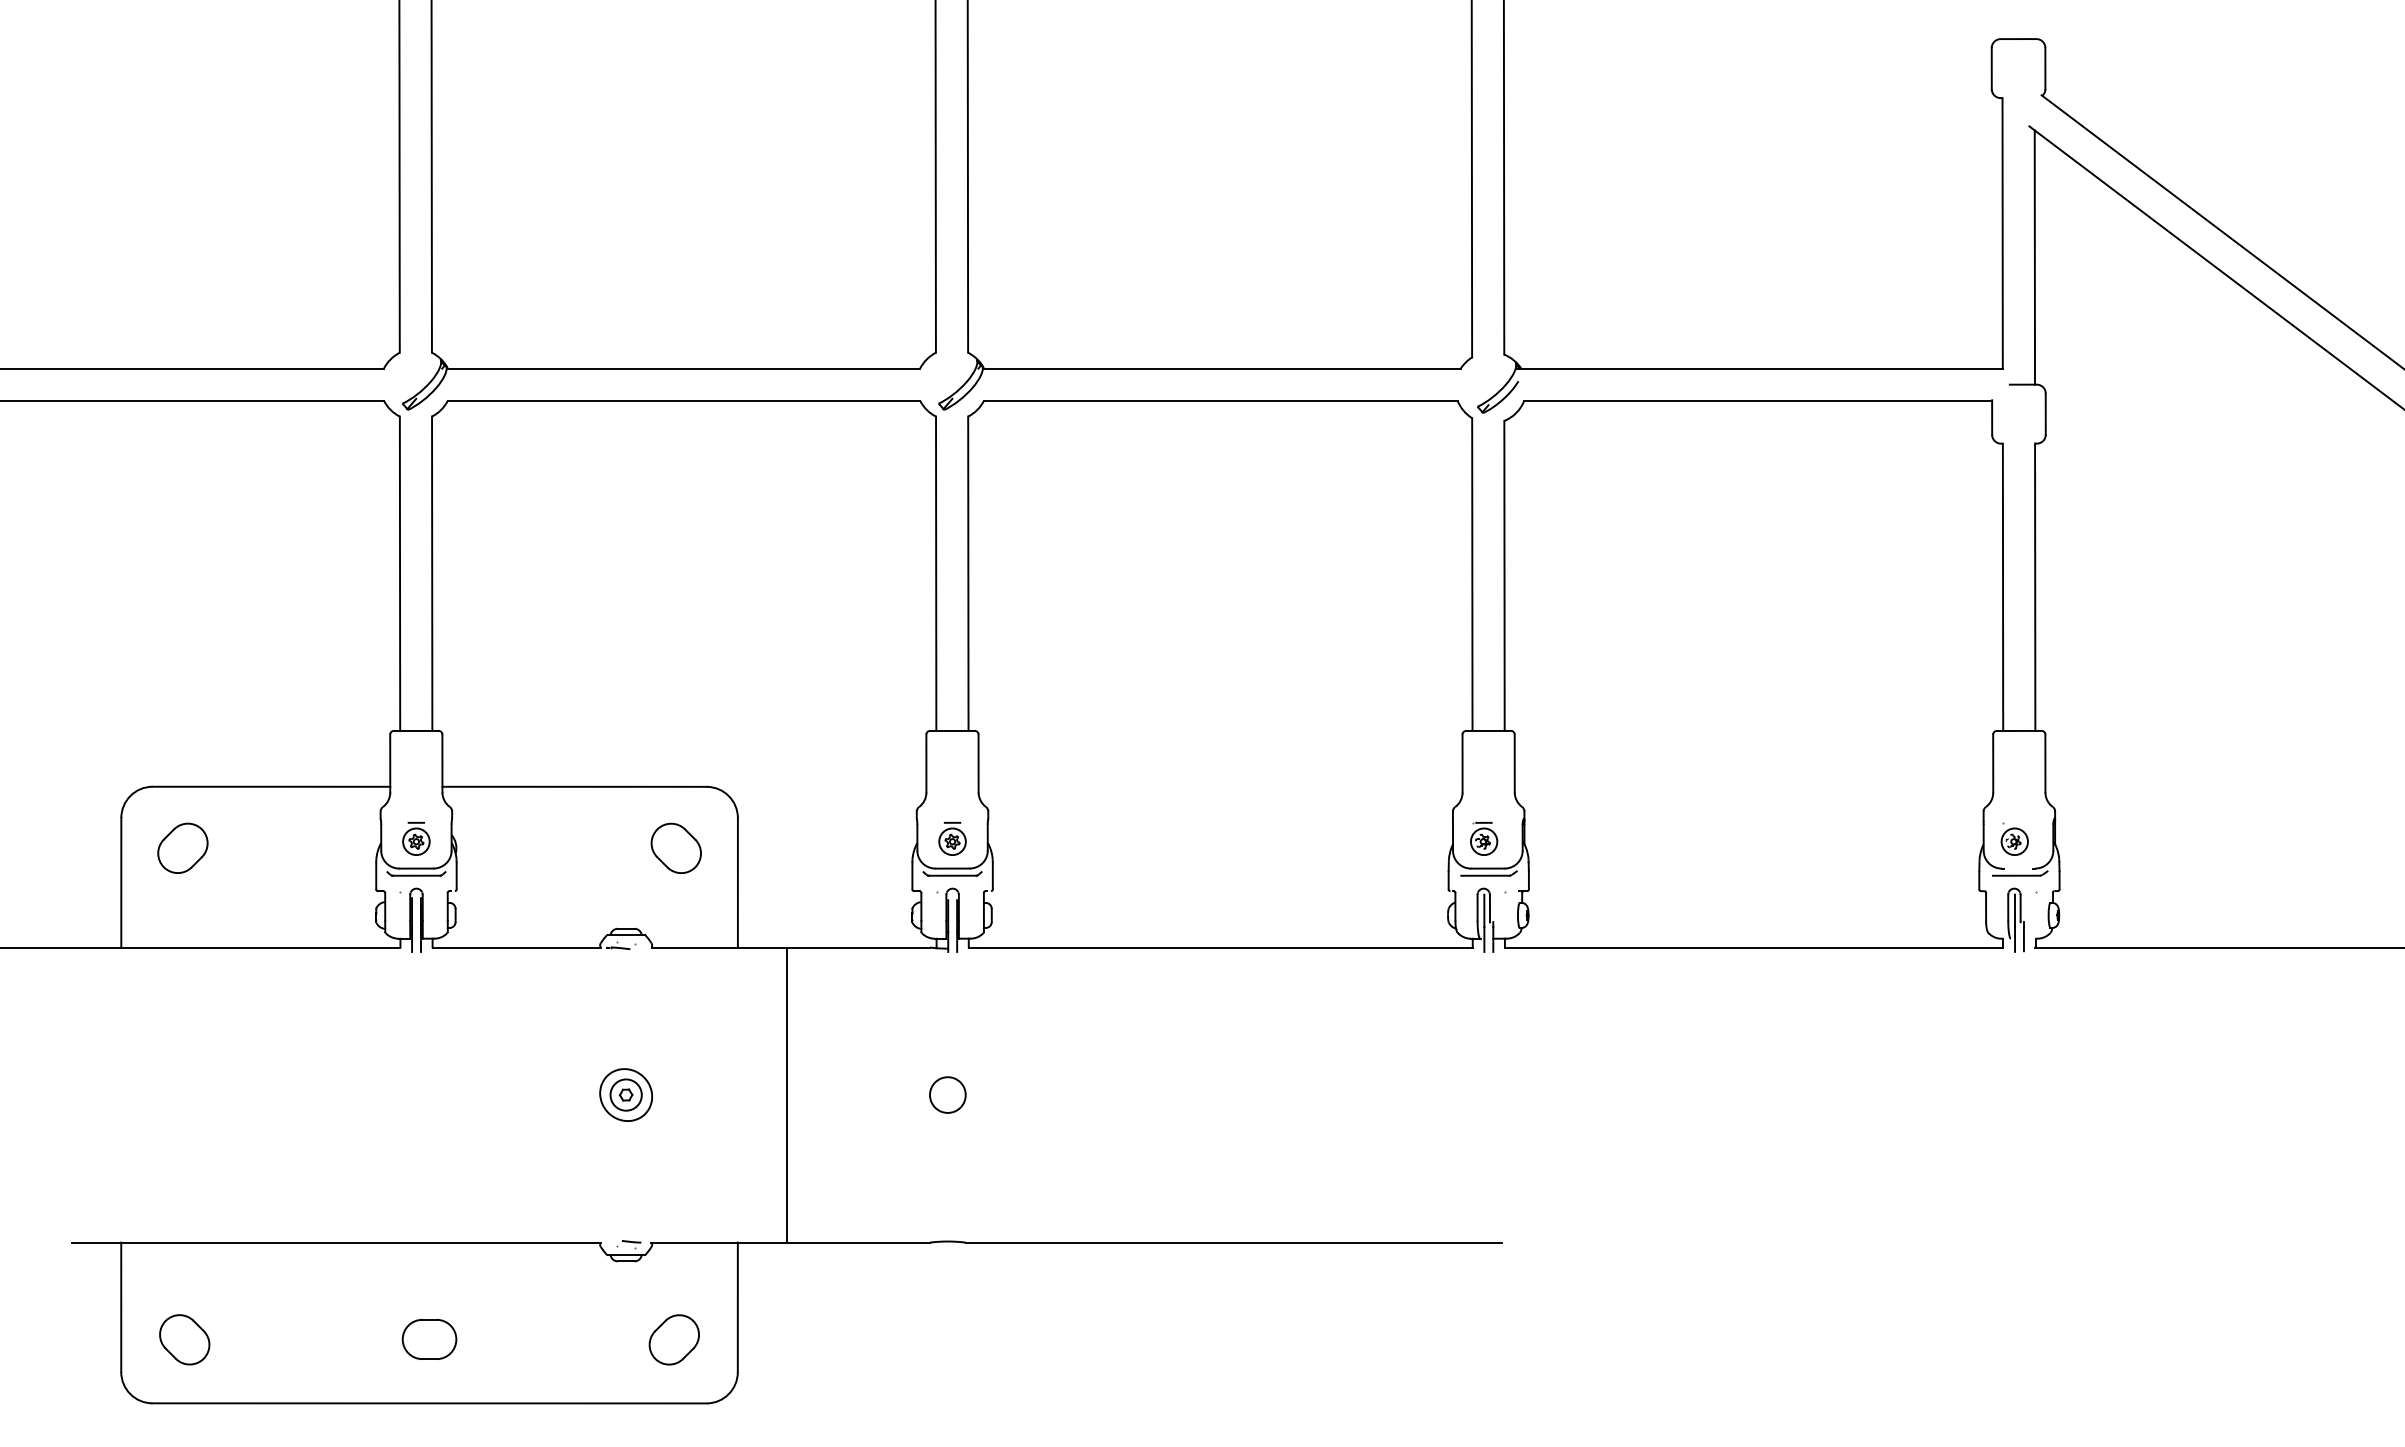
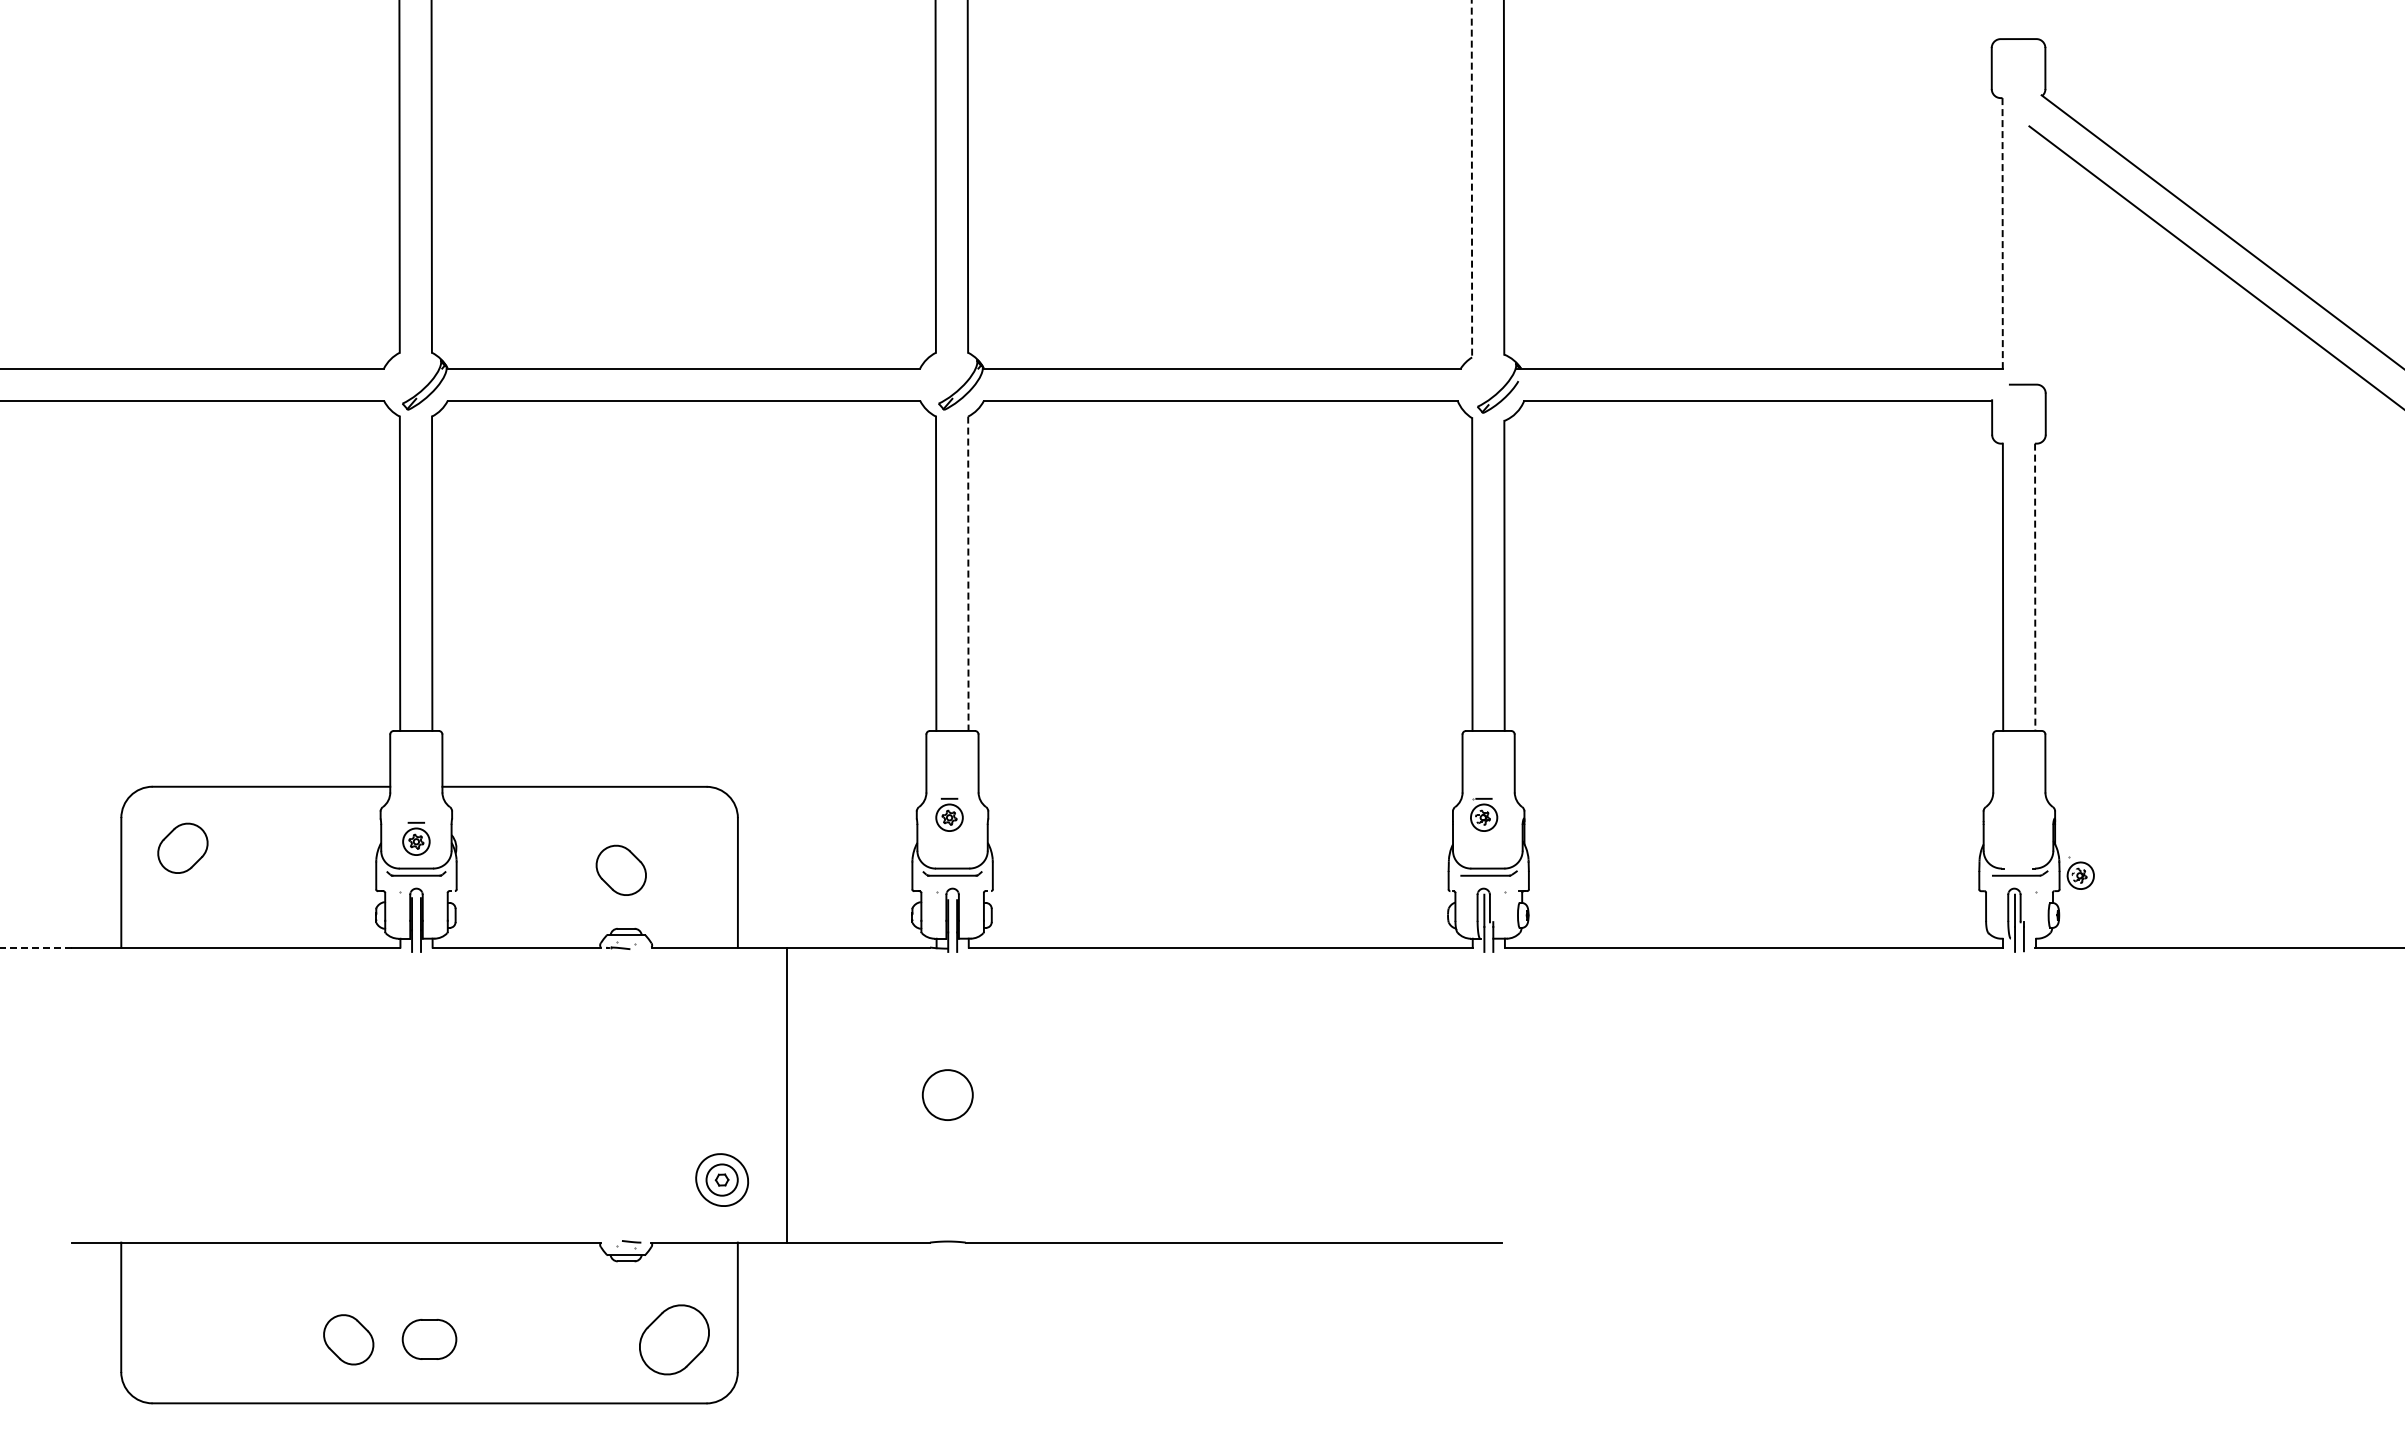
line at (1471, 179): solid -> dashed
line at (2002, 233): solid -> dashed
line at (2034, 257): present -> none
line at (968, 574): solid -> dashed
line at (2035, 587): solid -> dashed
part at (952, 838) position: (952, 838) -> (949, 814)
part at (1484, 838) position: (1484, 838) -> (1484, 814)
part at (2014, 838) position: (2014, 838) -> (2080, 872)
part at (675, 847) position: (675, 847) -> (620, 869)
line at (36, 947): solid -> dashed
part at (626, 1094) position: (626, 1094) -> (722, 1179)
part at (947, 1094) size: 38x38 px -> 53x52 px
part at (184, 1339) position: (184, 1339) -> (348, 1339)
part at (673, 1339) size: 52x52 px -> 71x72 px
